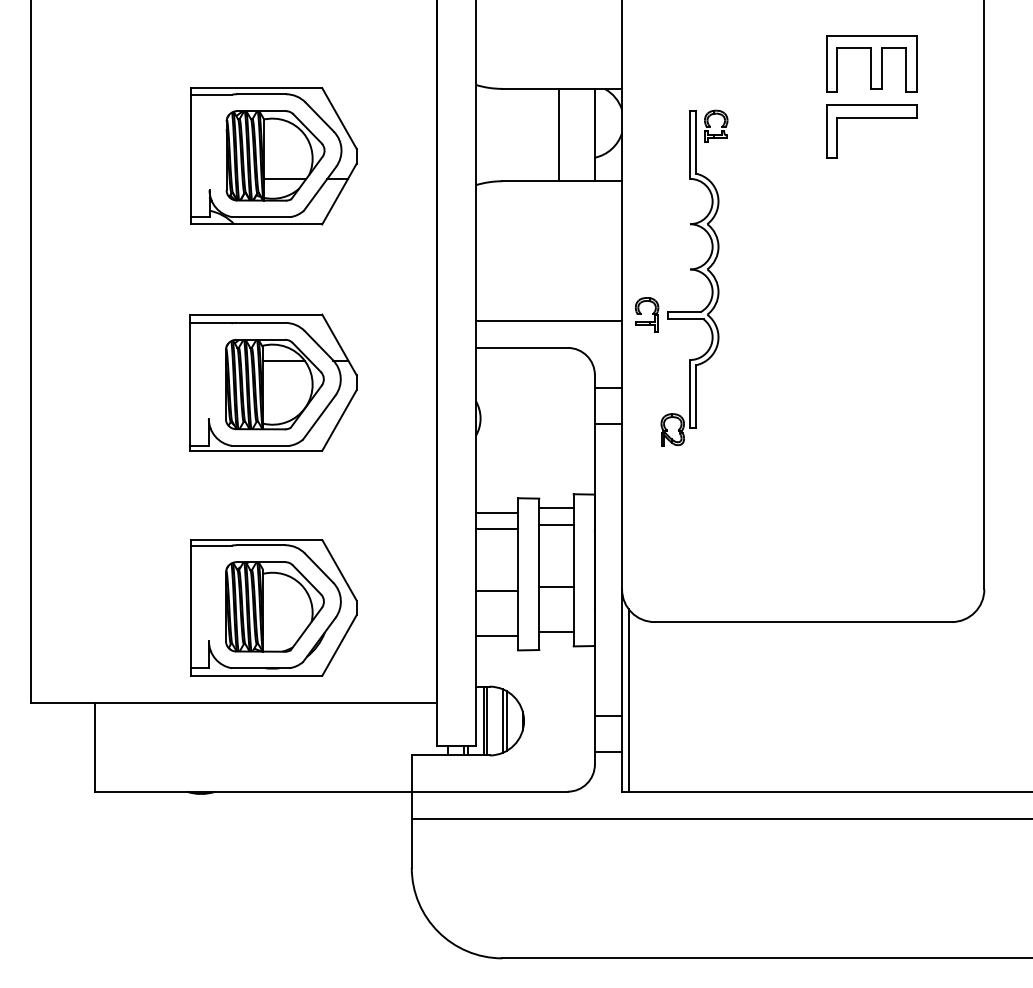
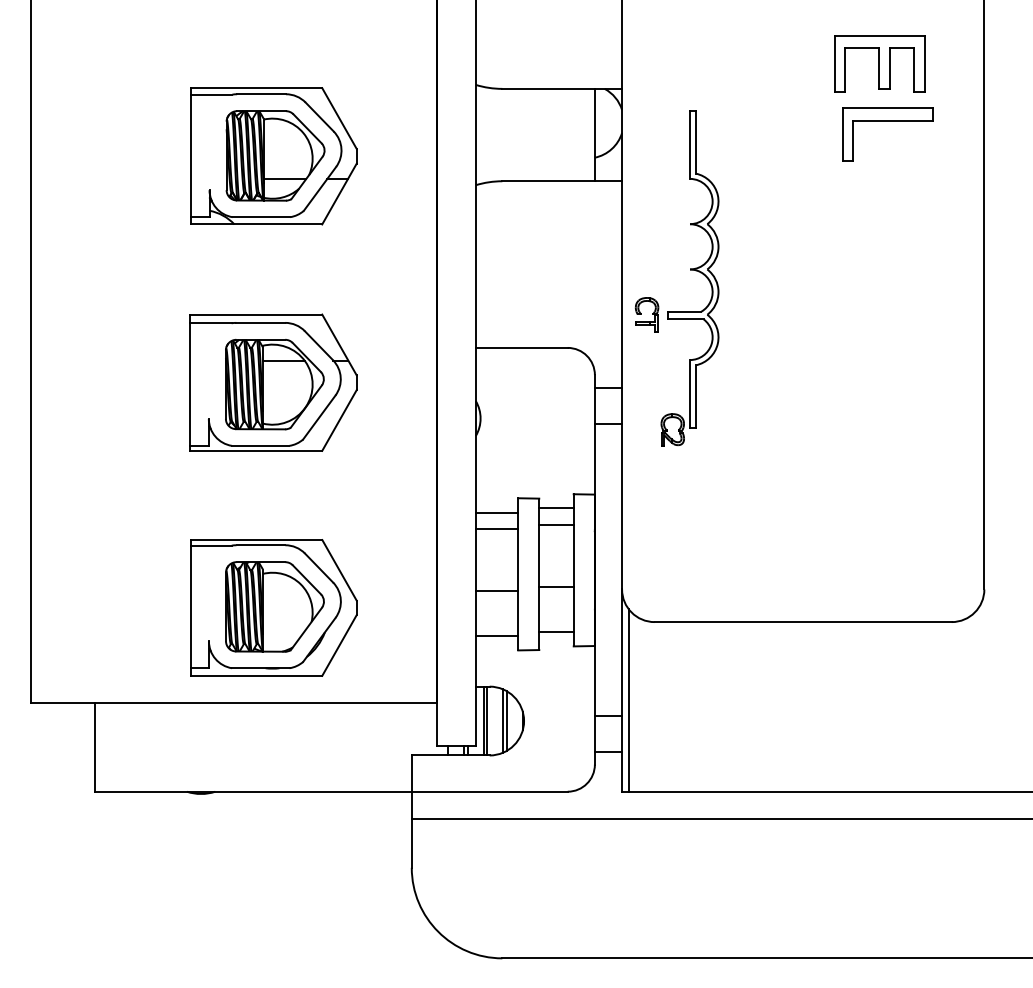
part at (871, 63) position: (871, 63) -> (879, 63)
part at (871, 118) position: (871, 118) -> (887, 121)
part at (716, 125): present -> none
line at (558, 134): present -> none
line at (548, 320): present -> none
